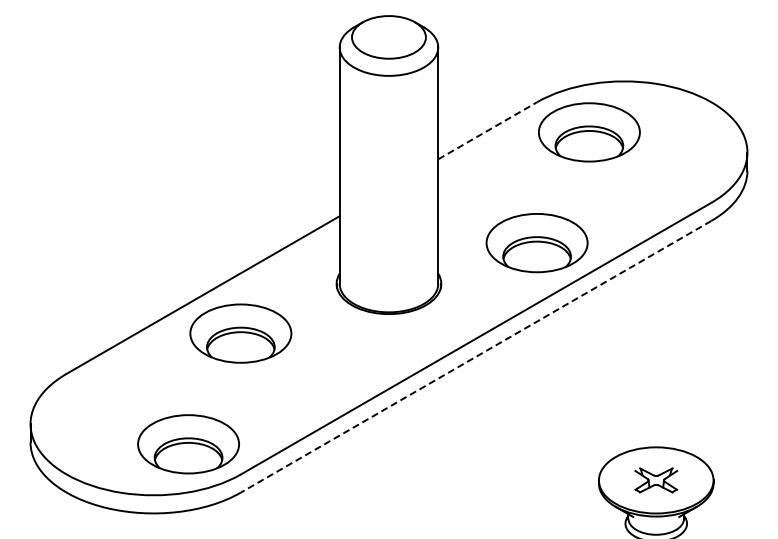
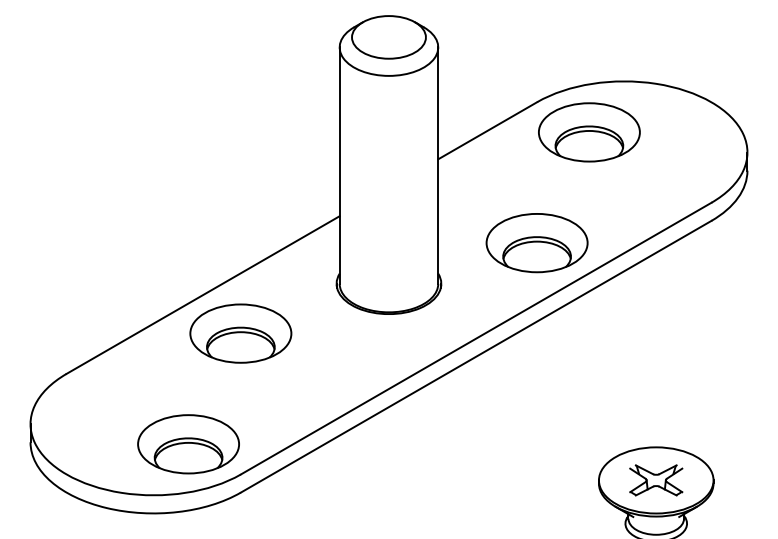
line at (488, 130): dashed -> solid
line at (476, 356): dashed -> solid
part at (656, 480) size: 45x27 px -> 55x33 px
